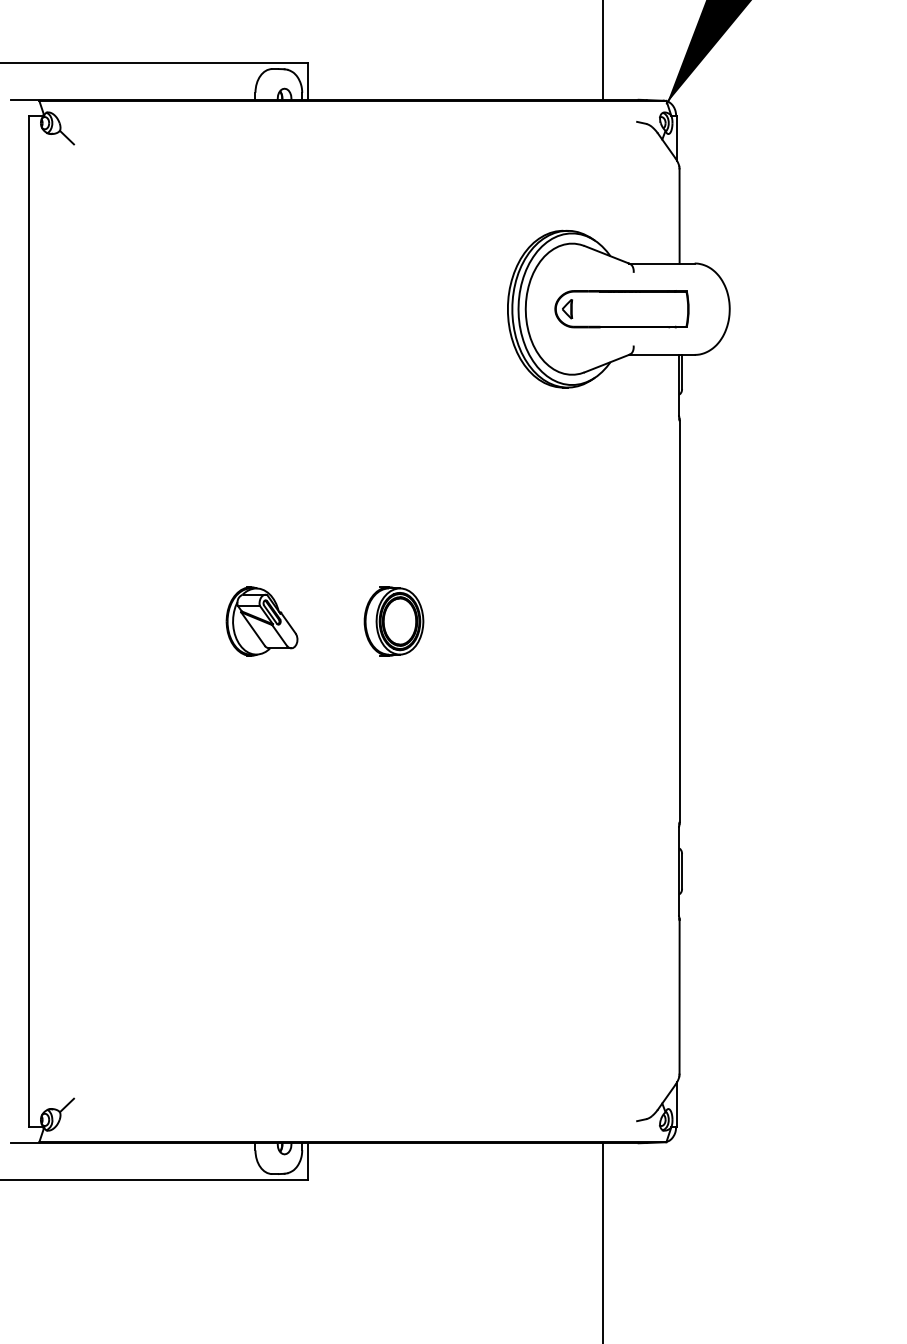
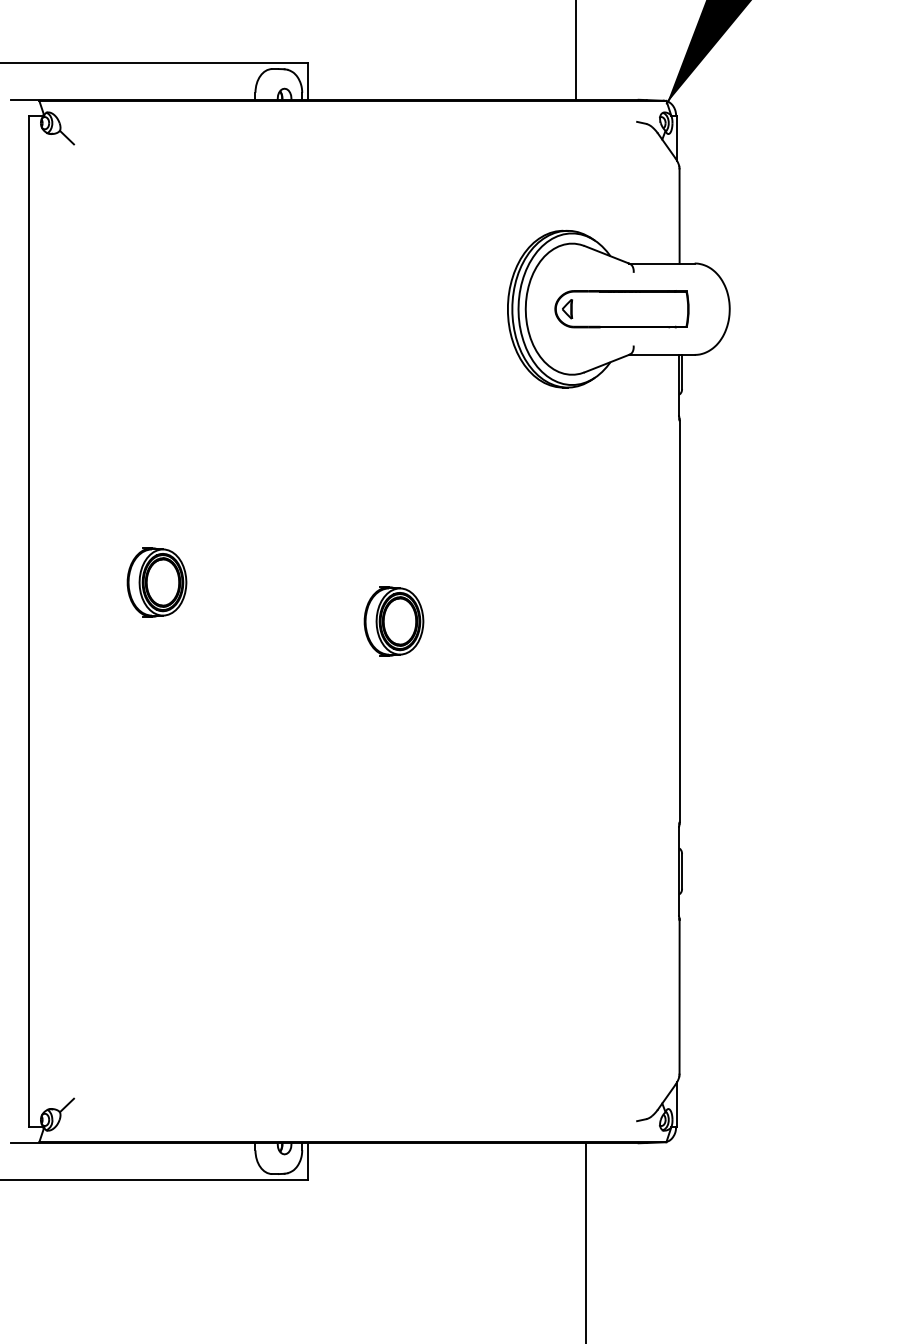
line at (602, 50) position: (602, 50) -> (575, 50)
part at (156, 582): none -> present
part at (261, 621): present -> none
line at (602, 1241) position: (602, 1241) -> (585, 1241)
